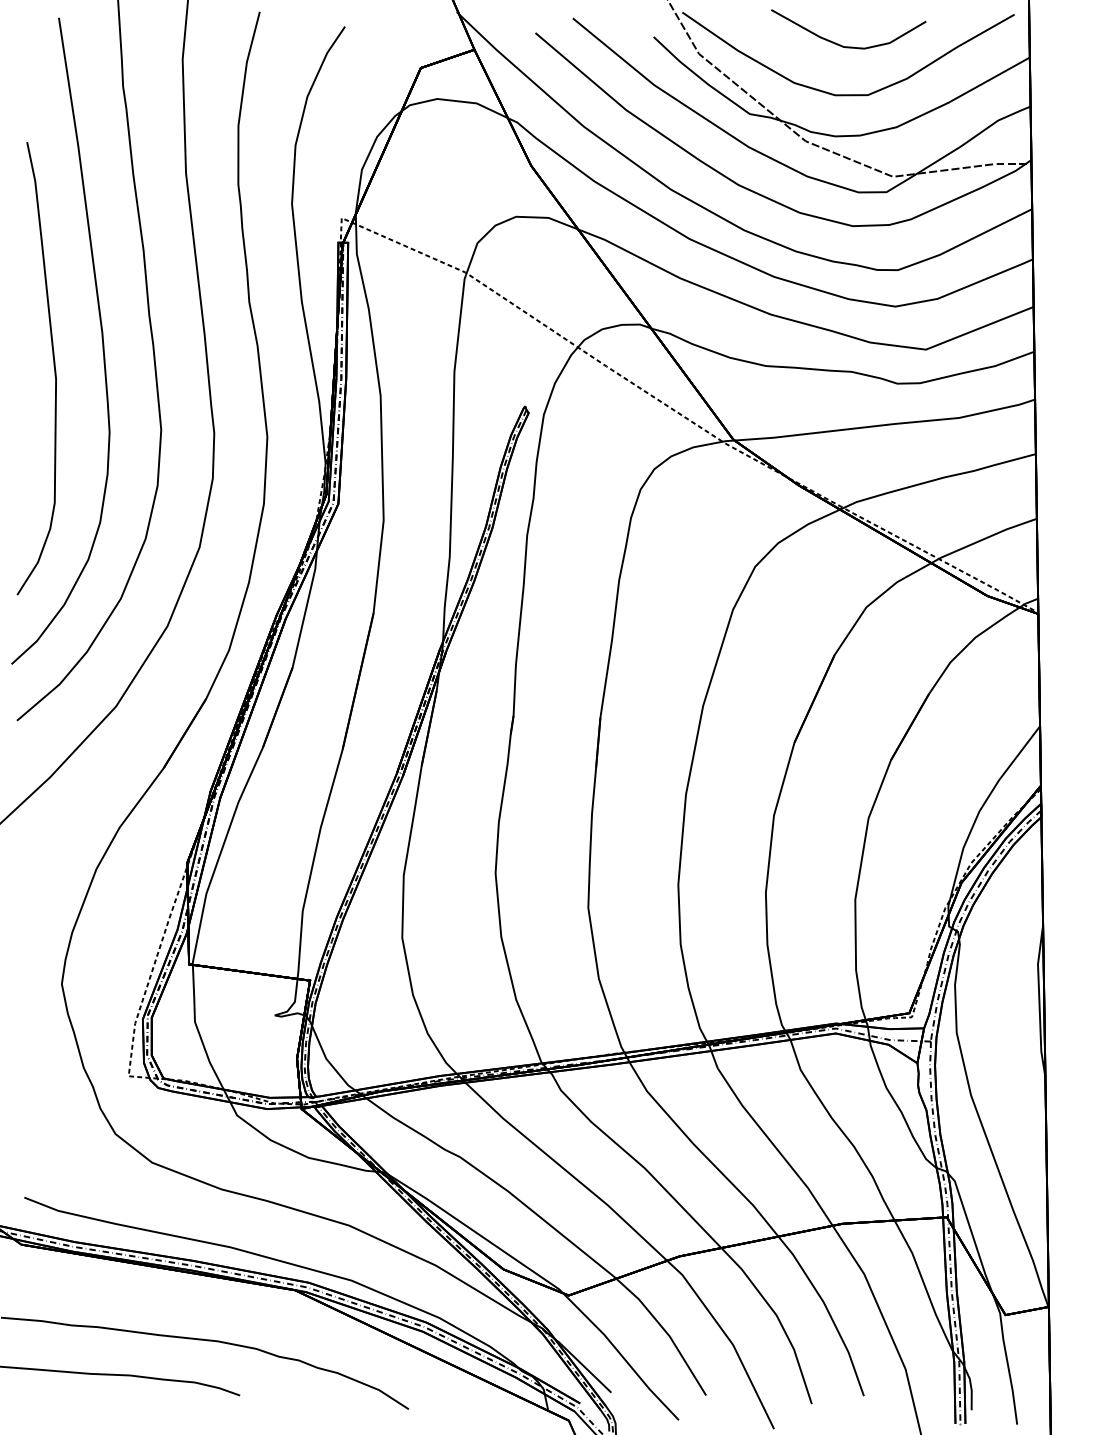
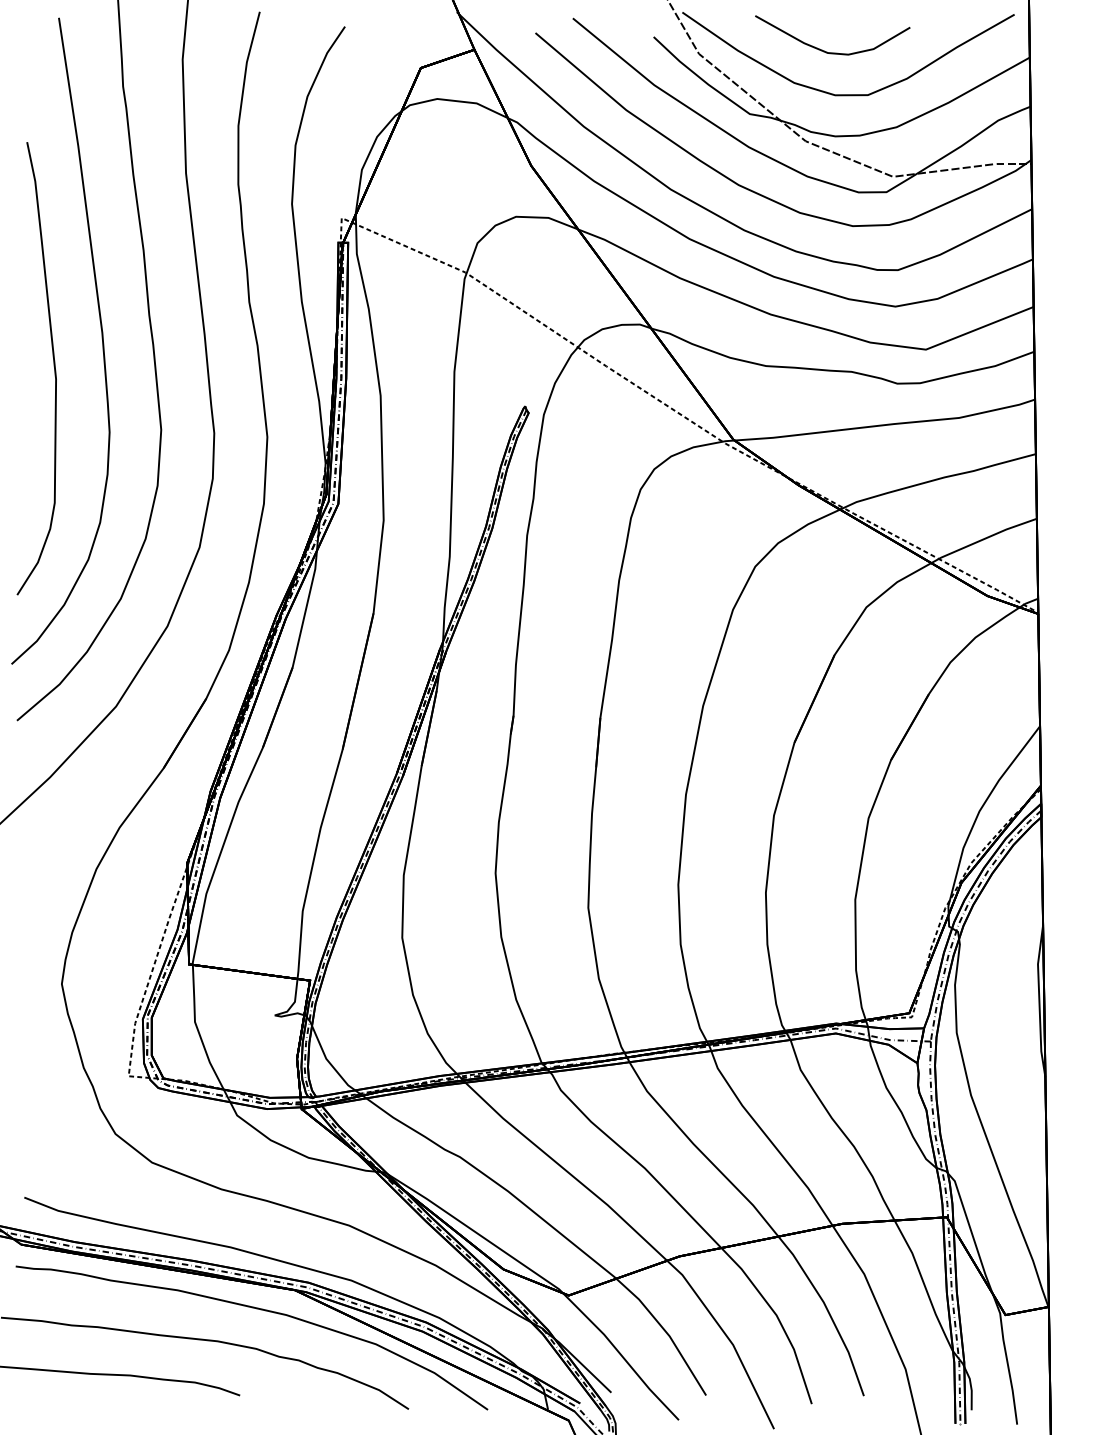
curve at (843, 45) position: (843, 45) -> (827, 51)
curve at (256, 1309): none -> present
